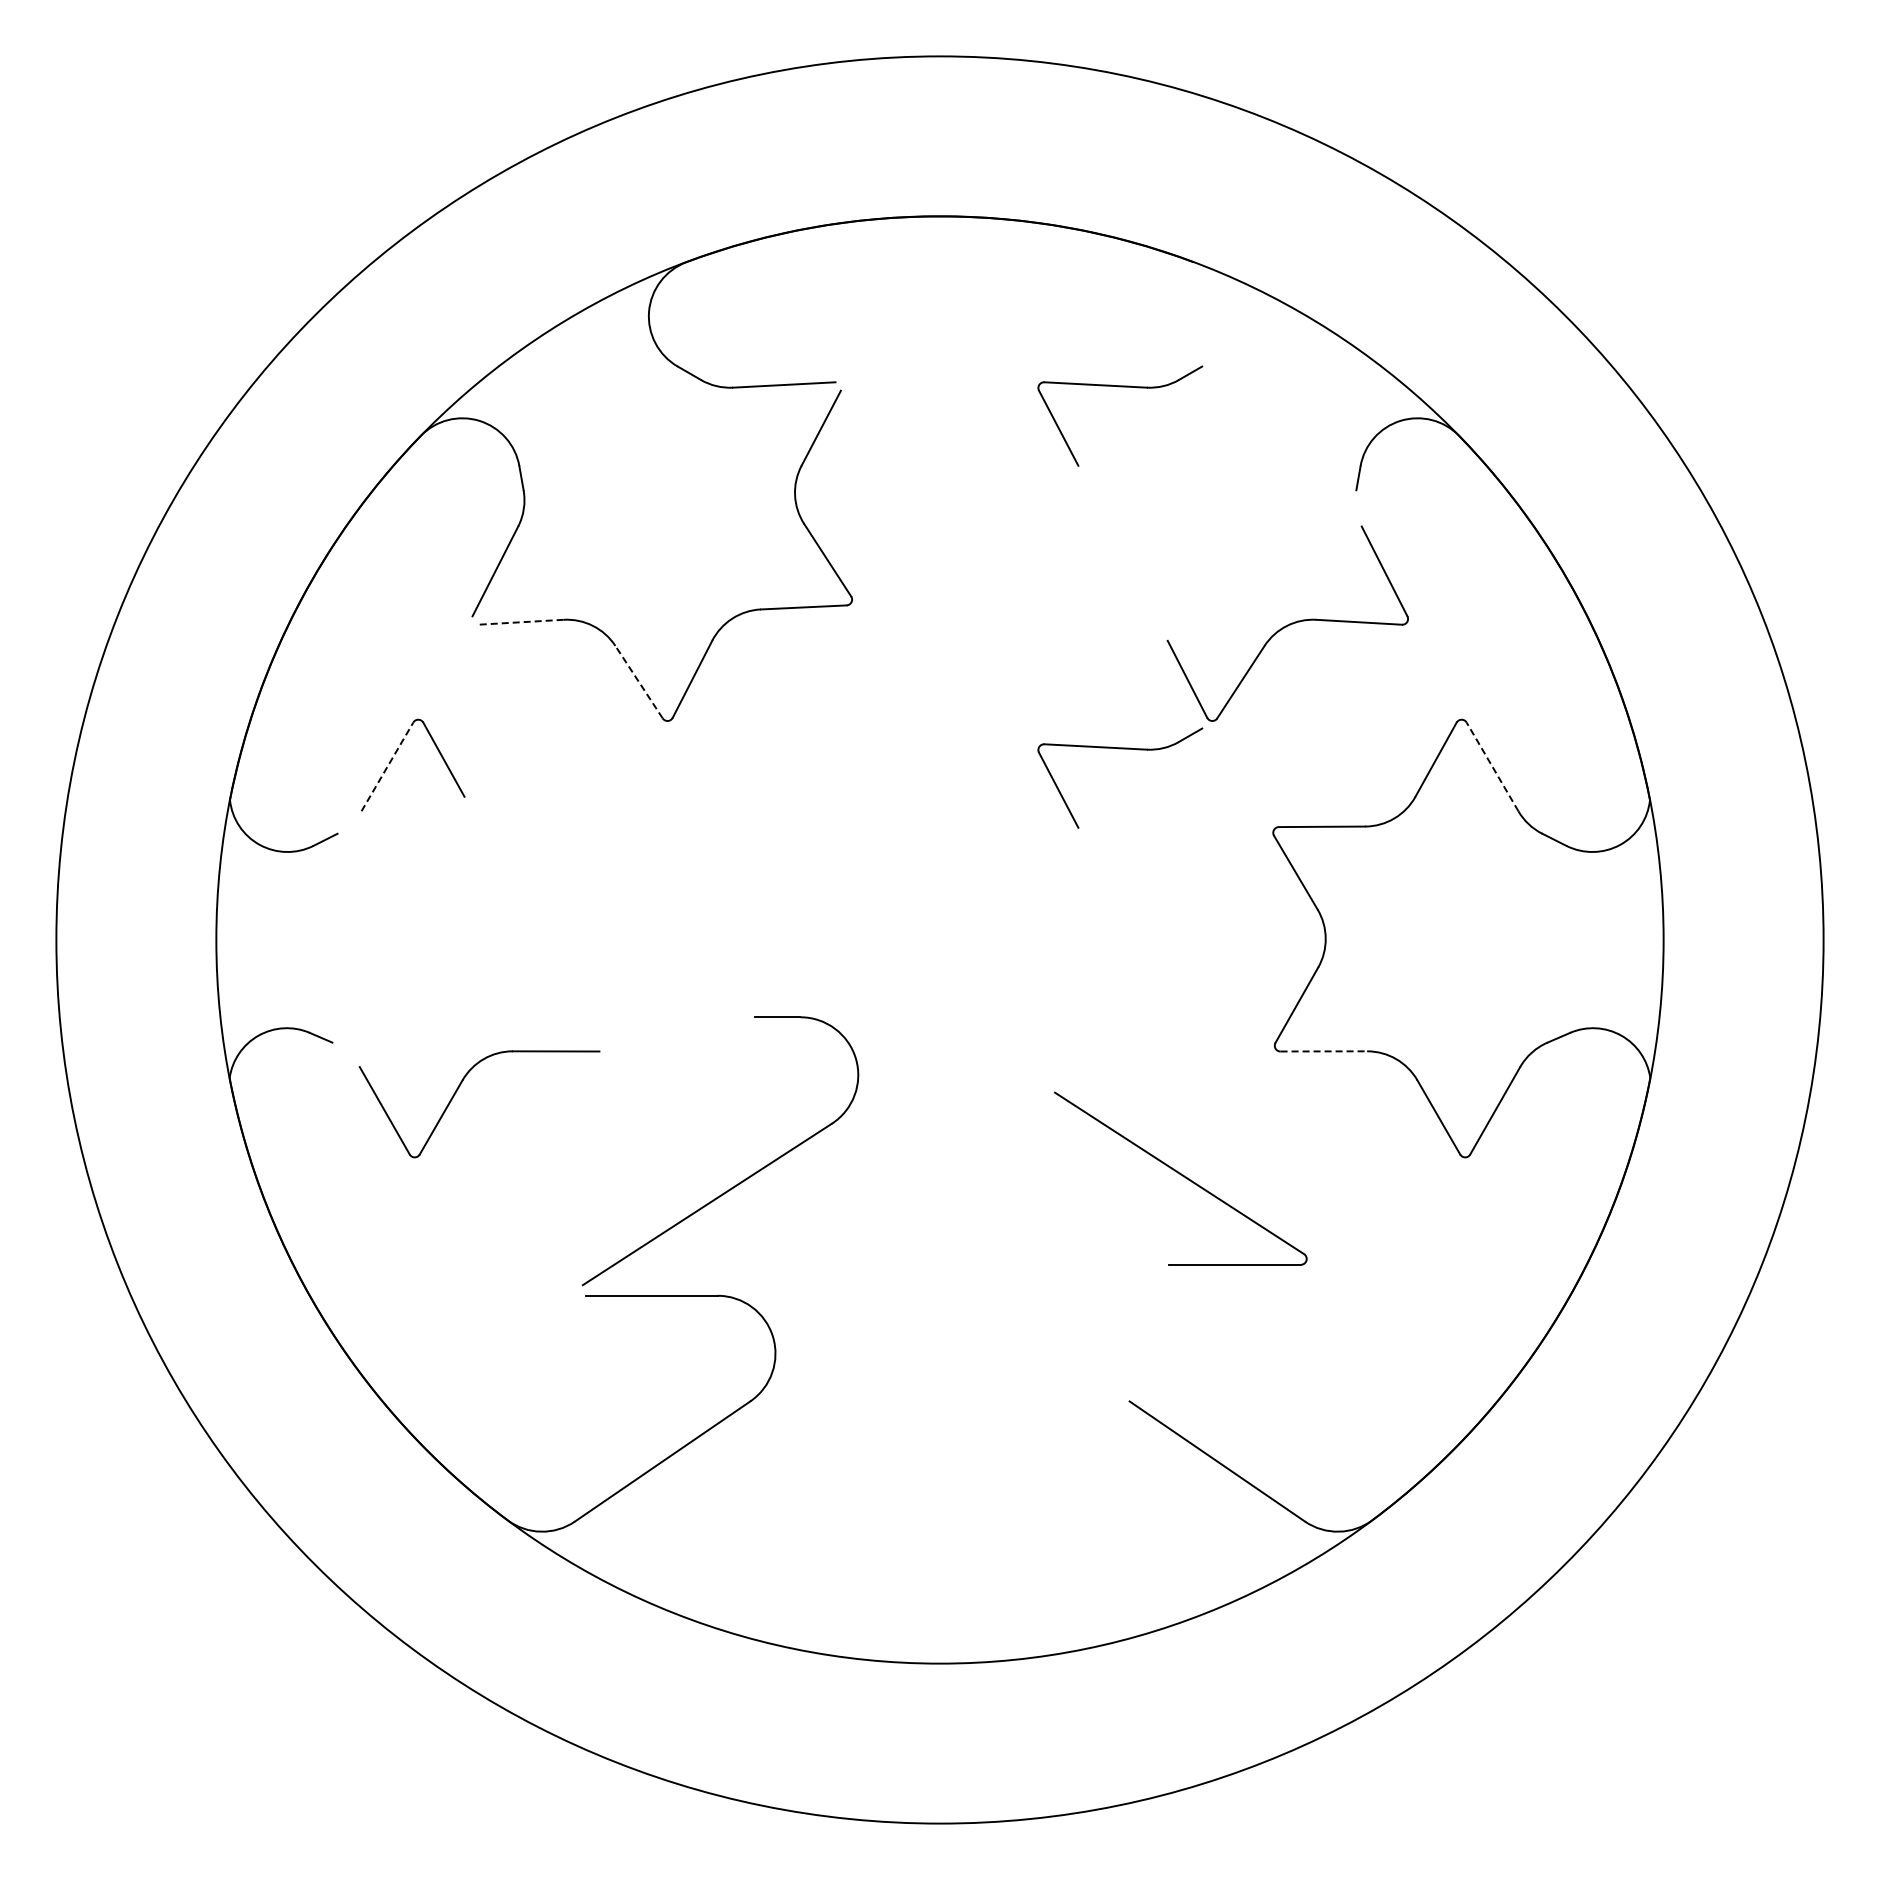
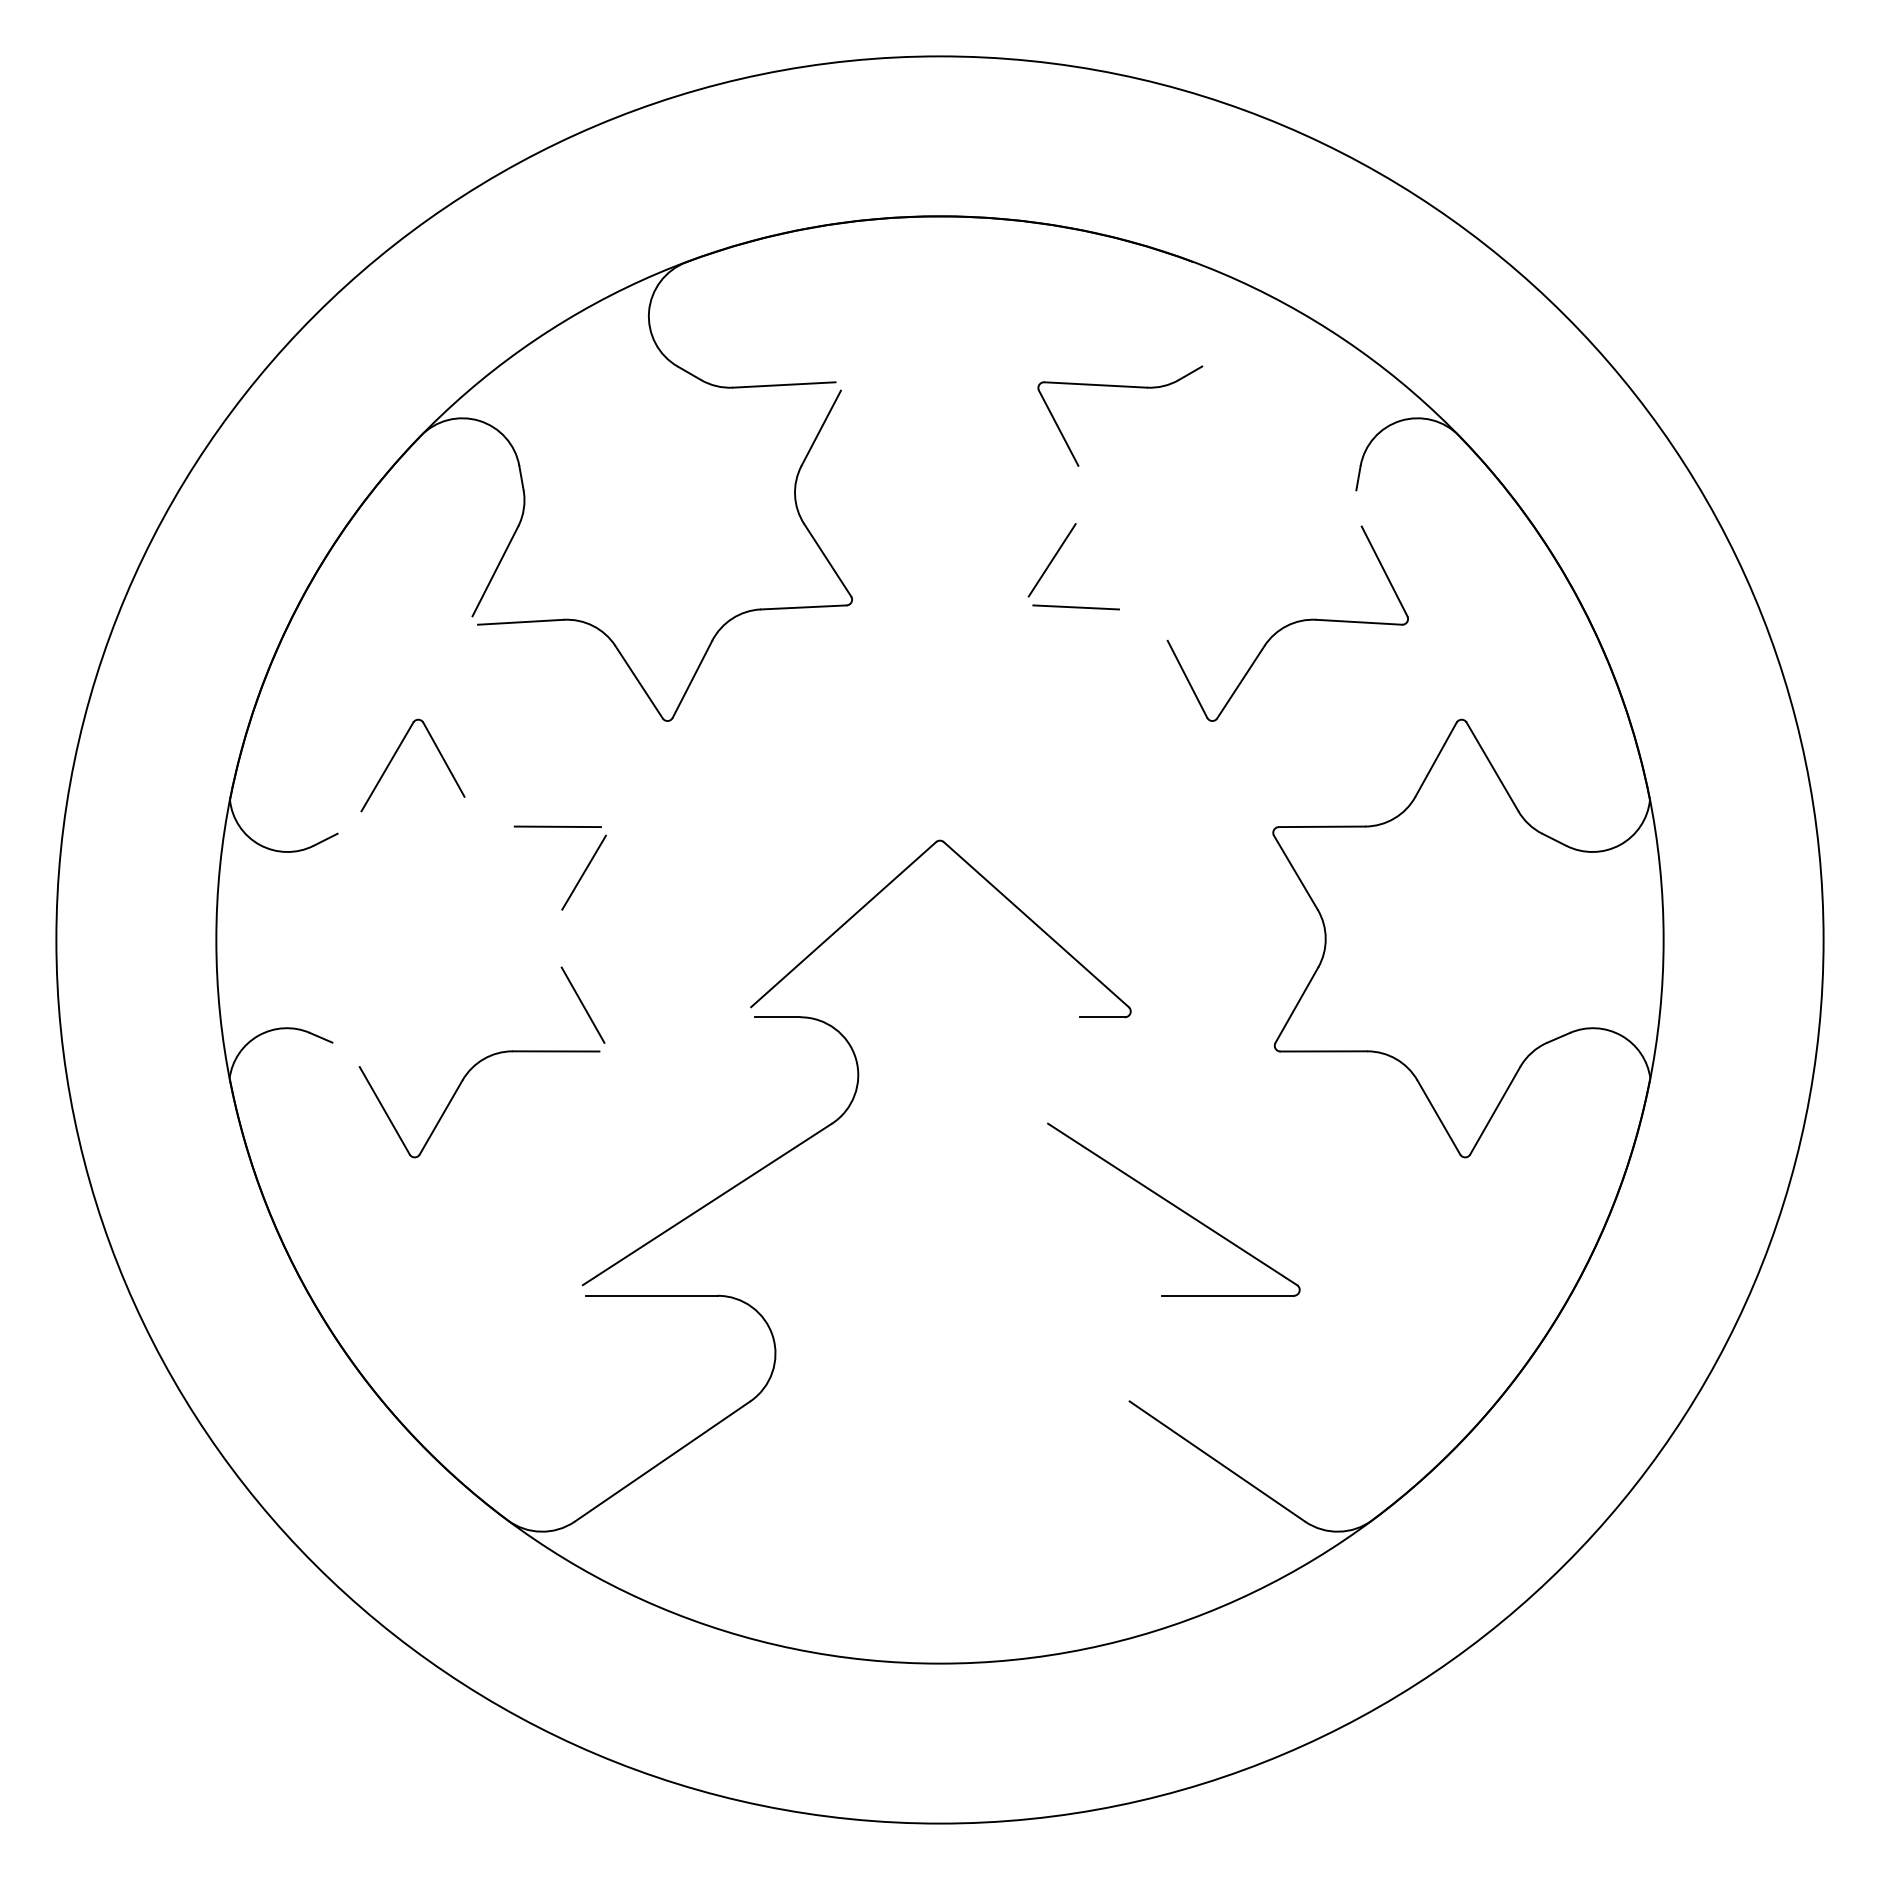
line at (1051, 560): none -> present
line at (1075, 607): none -> present
line at (520, 622): dashed -> solid
line at (638, 681): dashed -> solid
part at (1120, 749): present -> none
line at (387, 766): dashed -> solid
line at (1492, 766): dashed -> solid
line at (557, 826): none -> present
line at (583, 872): none -> present
part at (980, 876): none -> present
line at (582, 1004): none -> present
line at (1324, 1051): dashed -> solid
part at (1180, 1178) position: (1180, 1178) -> (1173, 1209)
